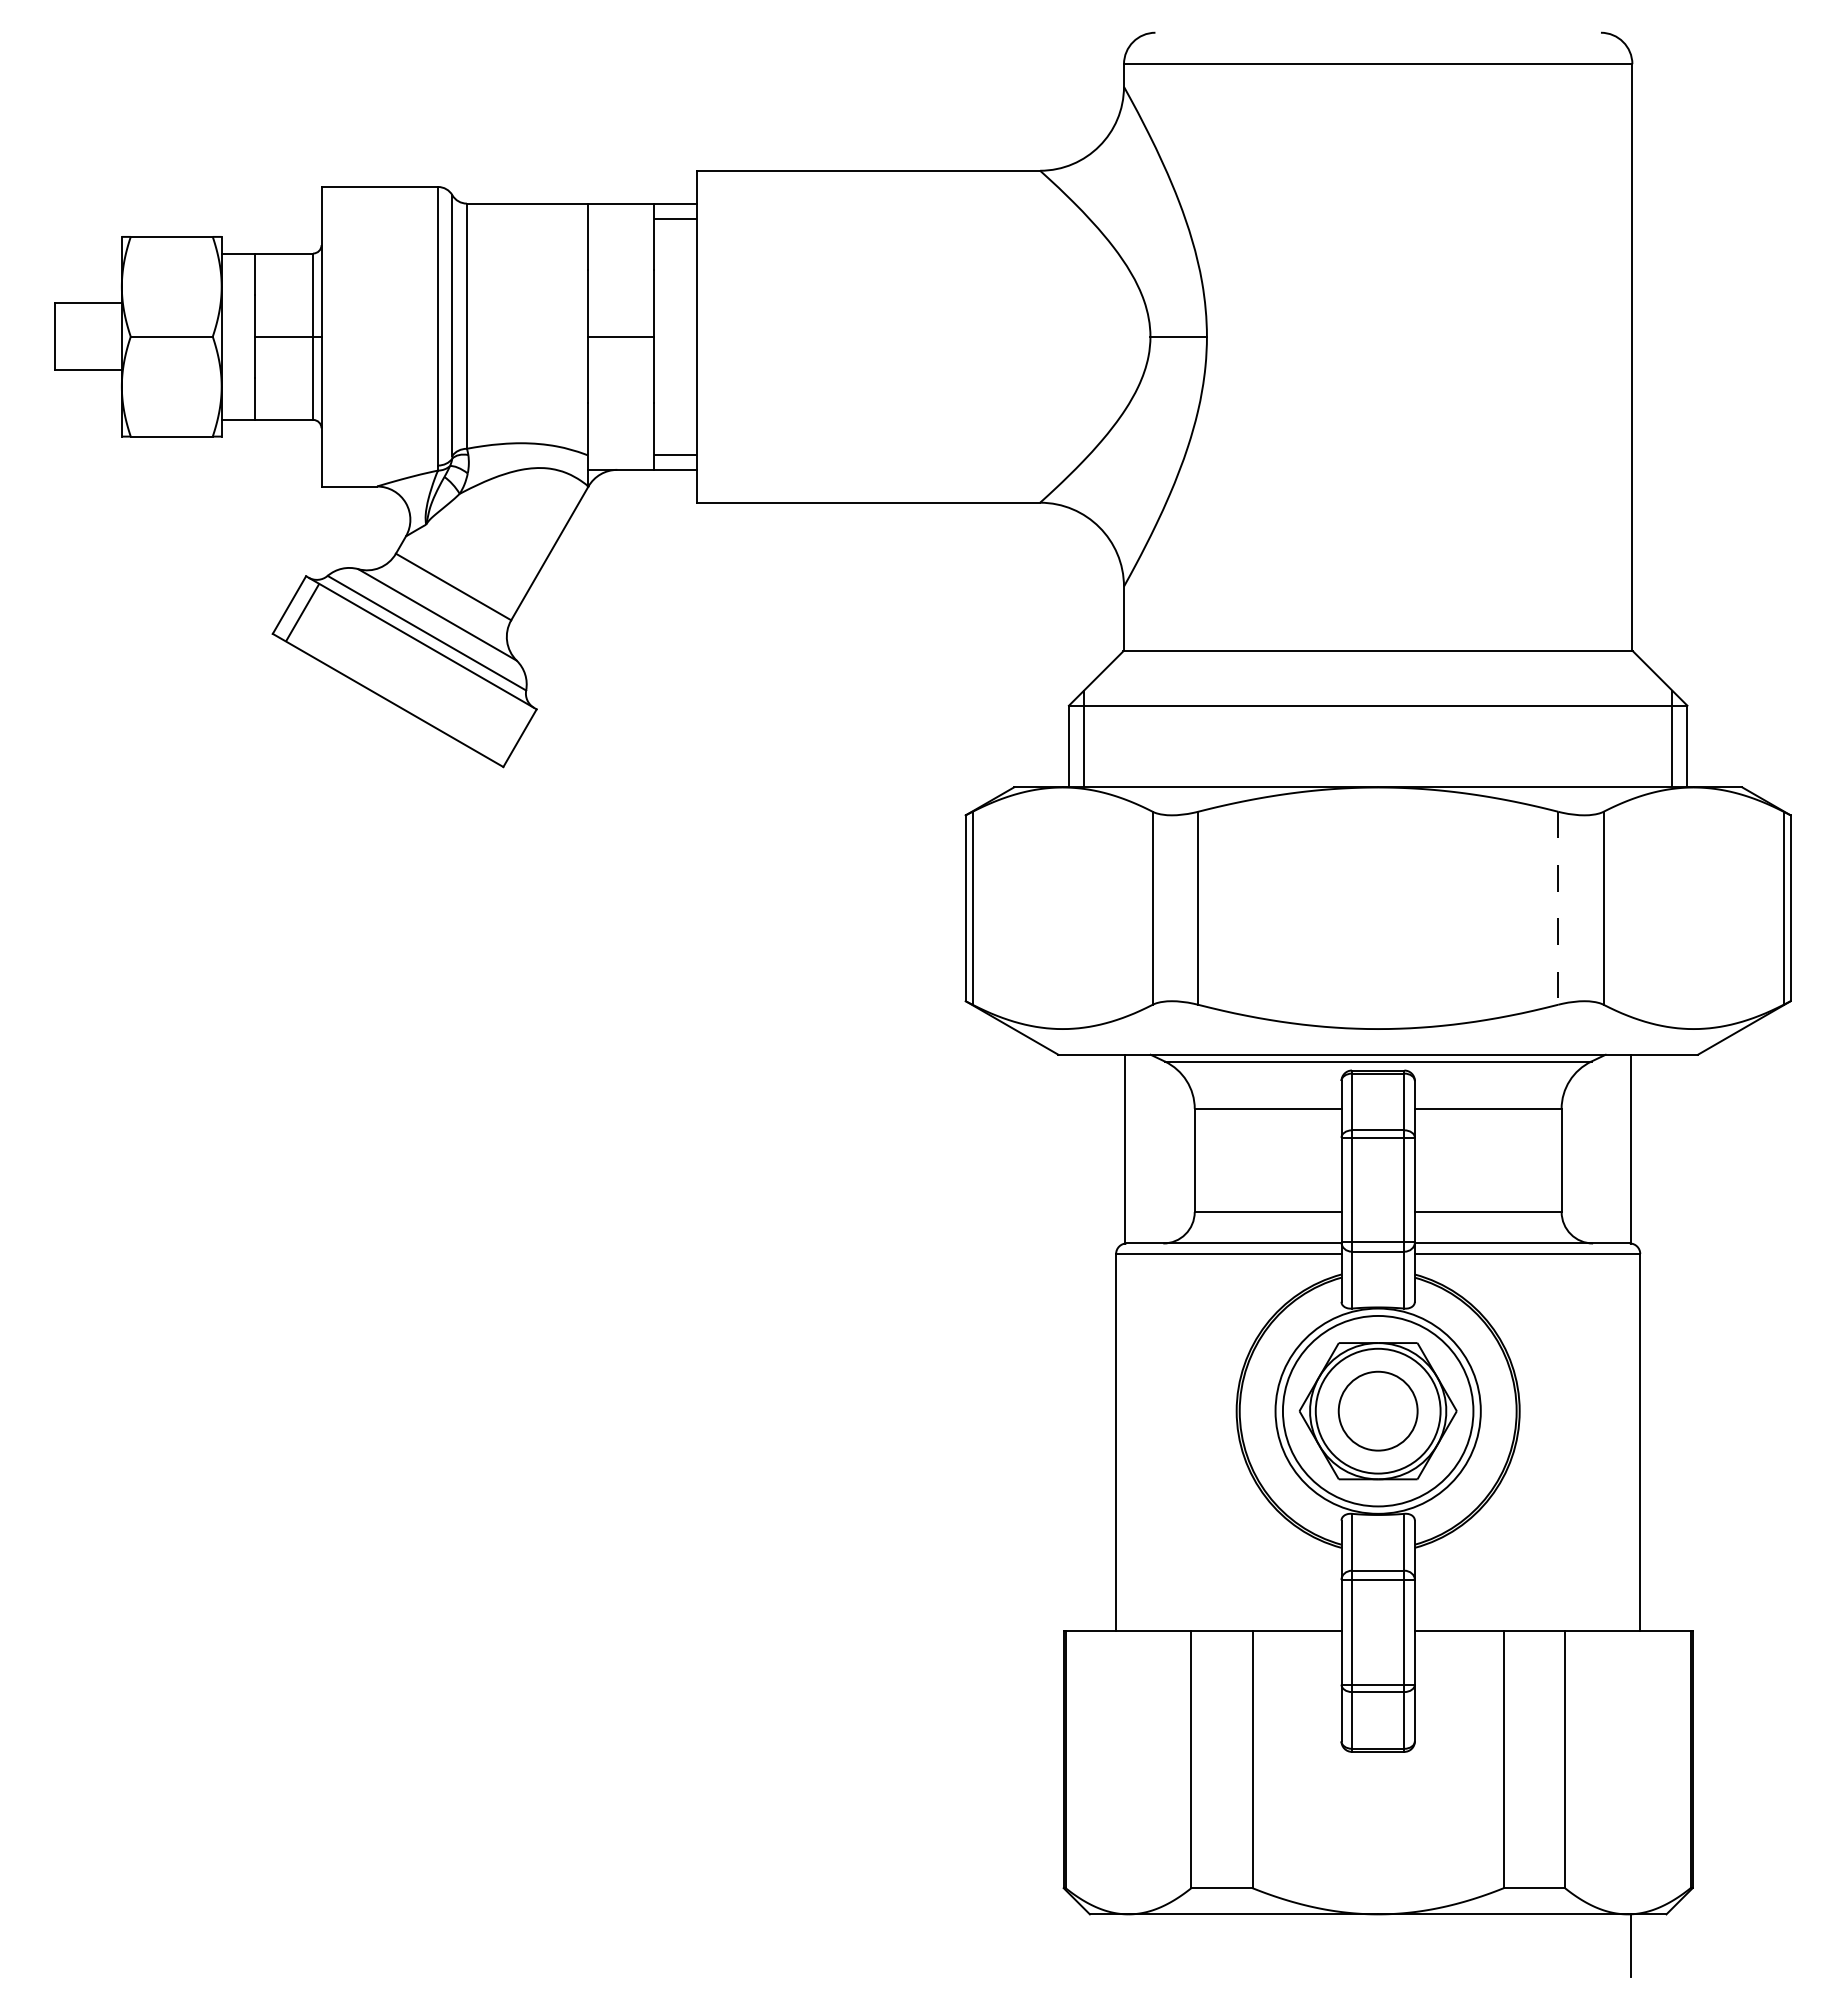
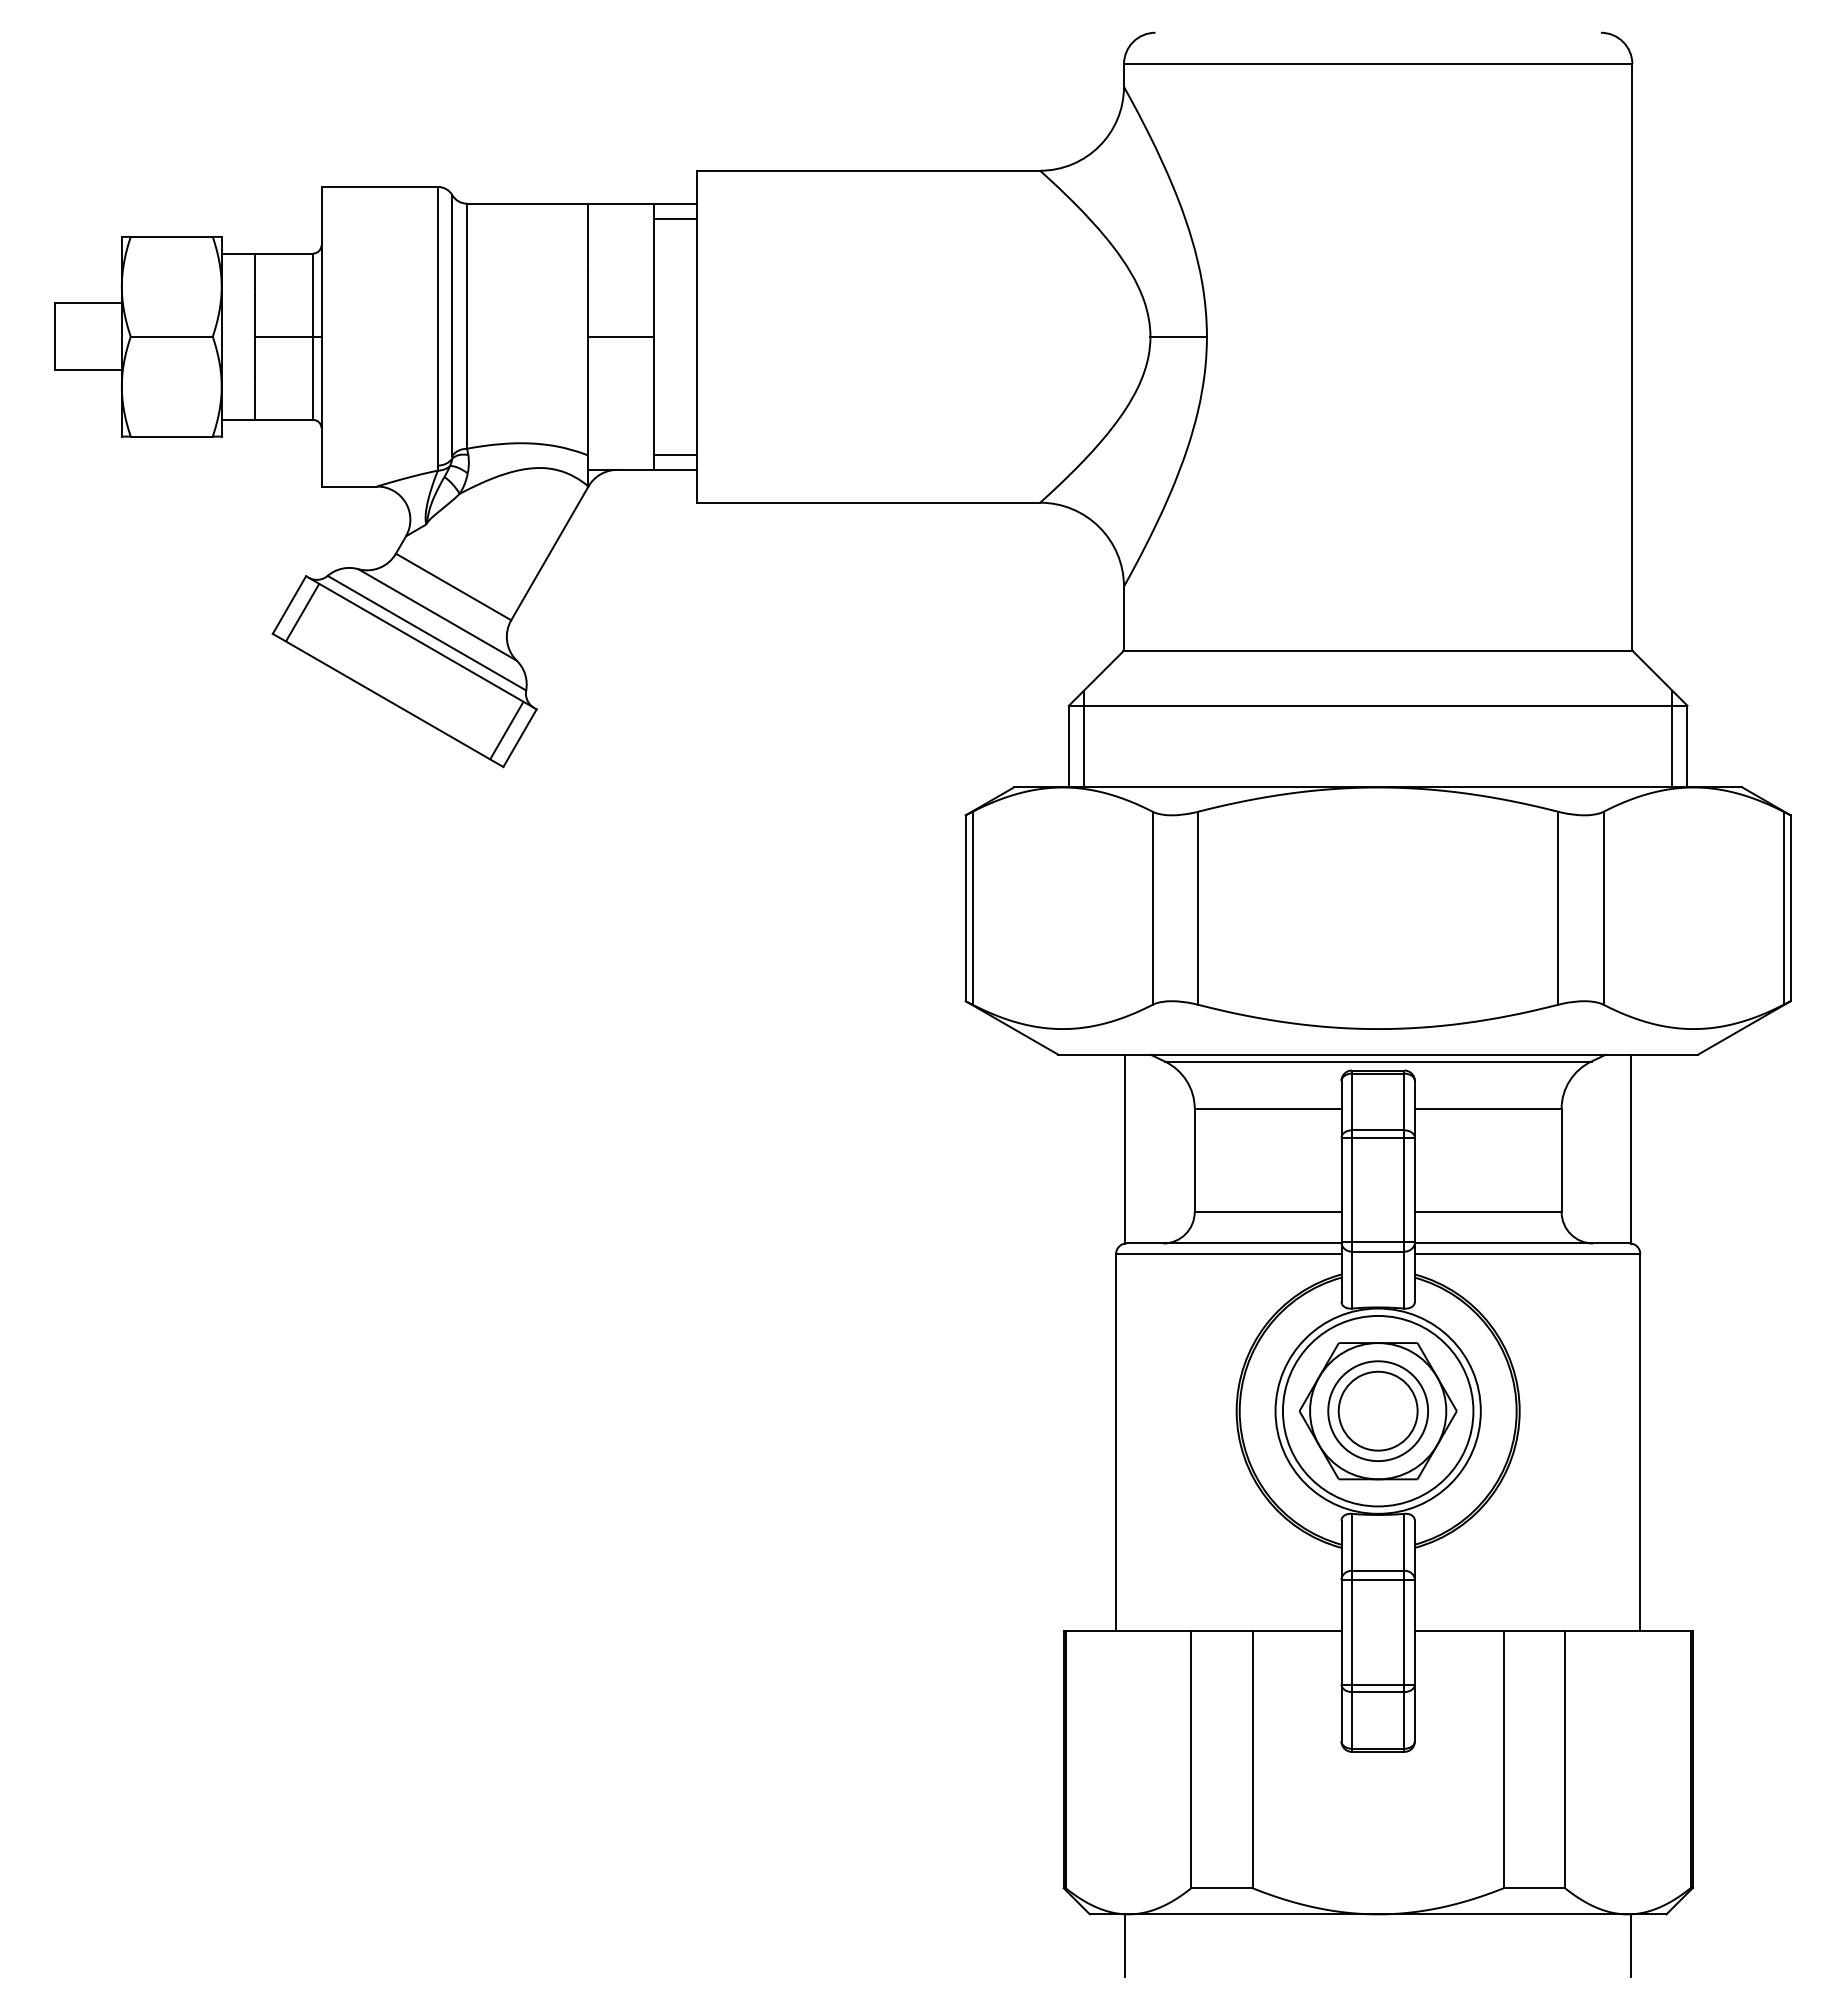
line at (506, 730): none -> present
line at (1558, 908): dashed -> solid
circle at (1377, 1410) diameter: 125 px -> 100 px
line at (1125, 1945): none -> present
